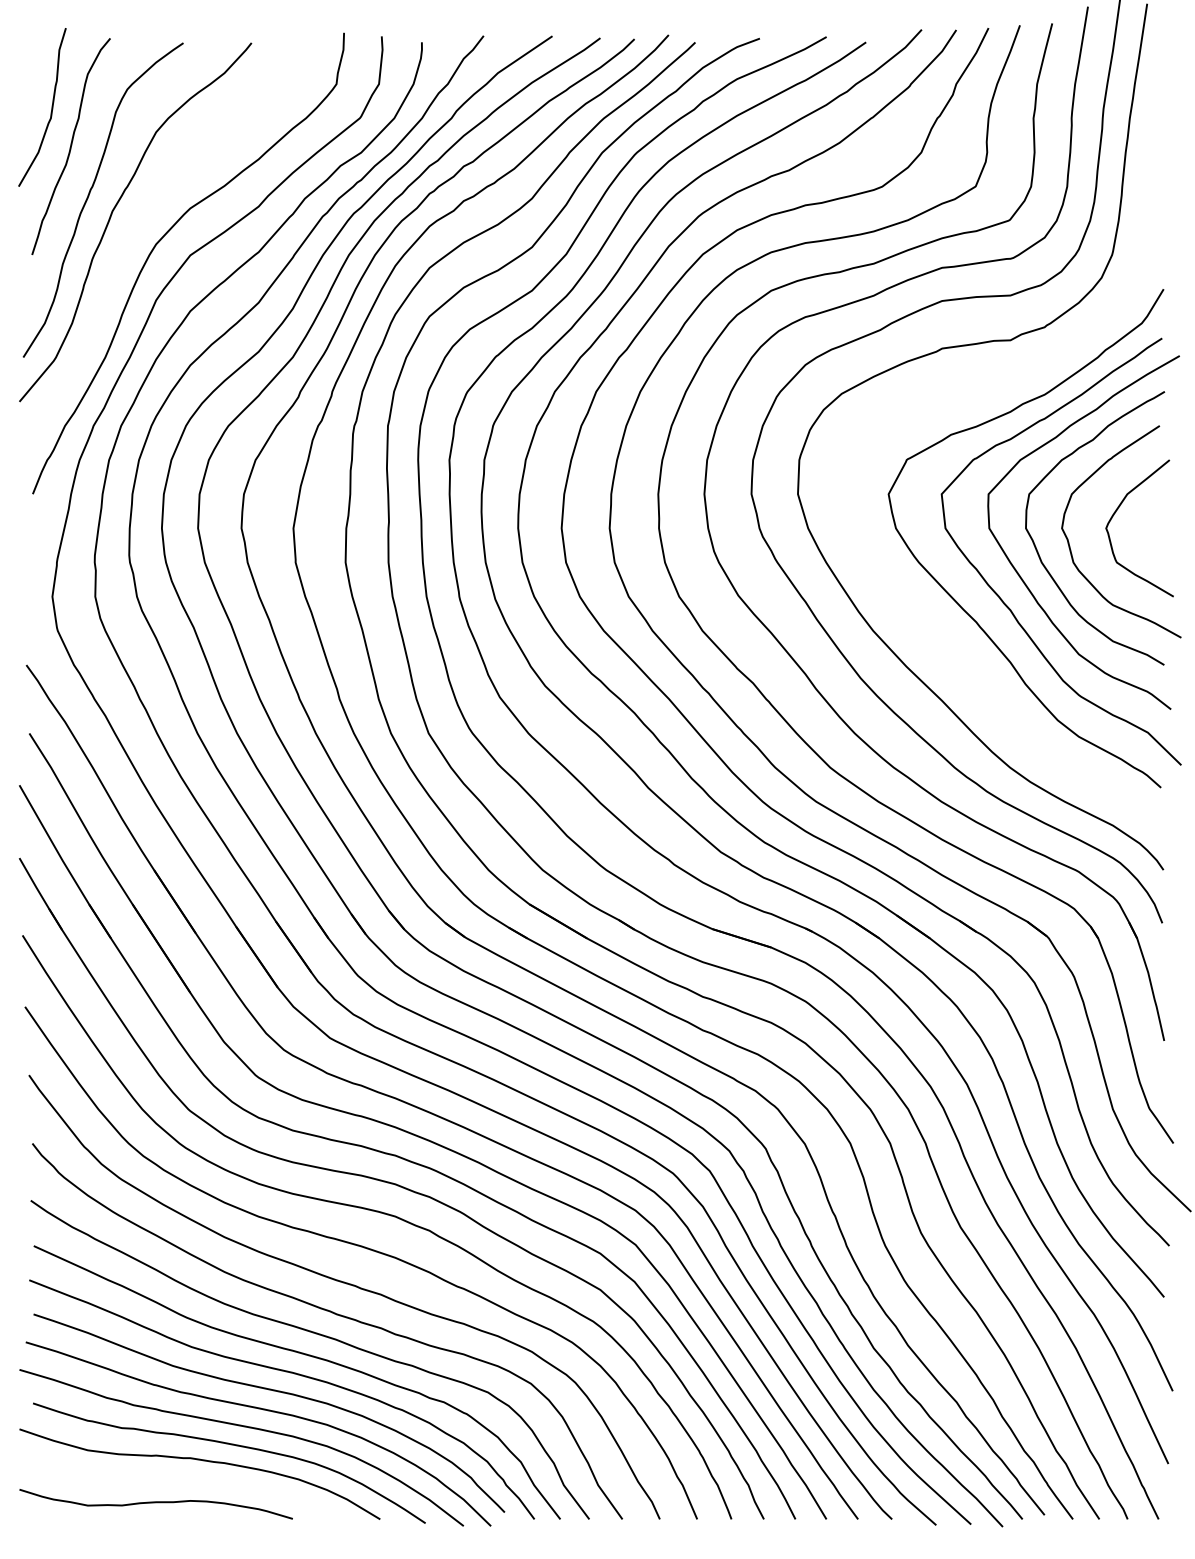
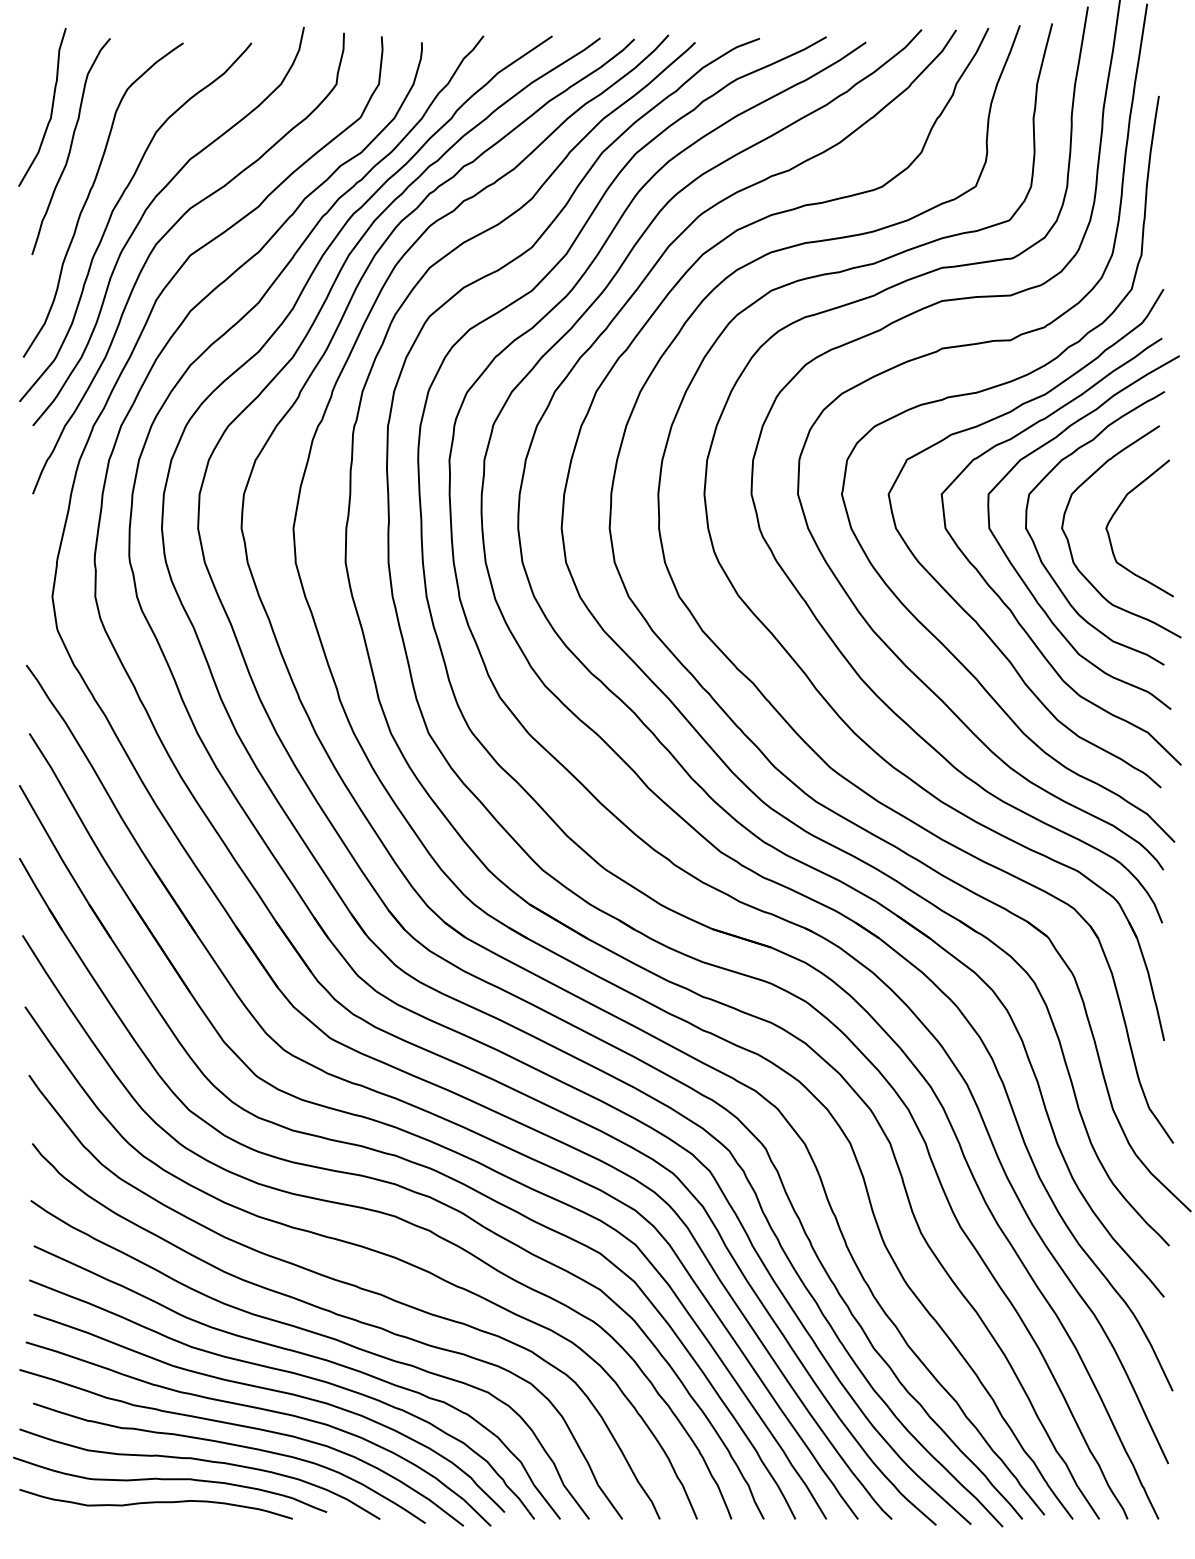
curve at (146, 211): none -> present
curve at (984, 391): none -> present
curve at (170, 1480): none -> present
